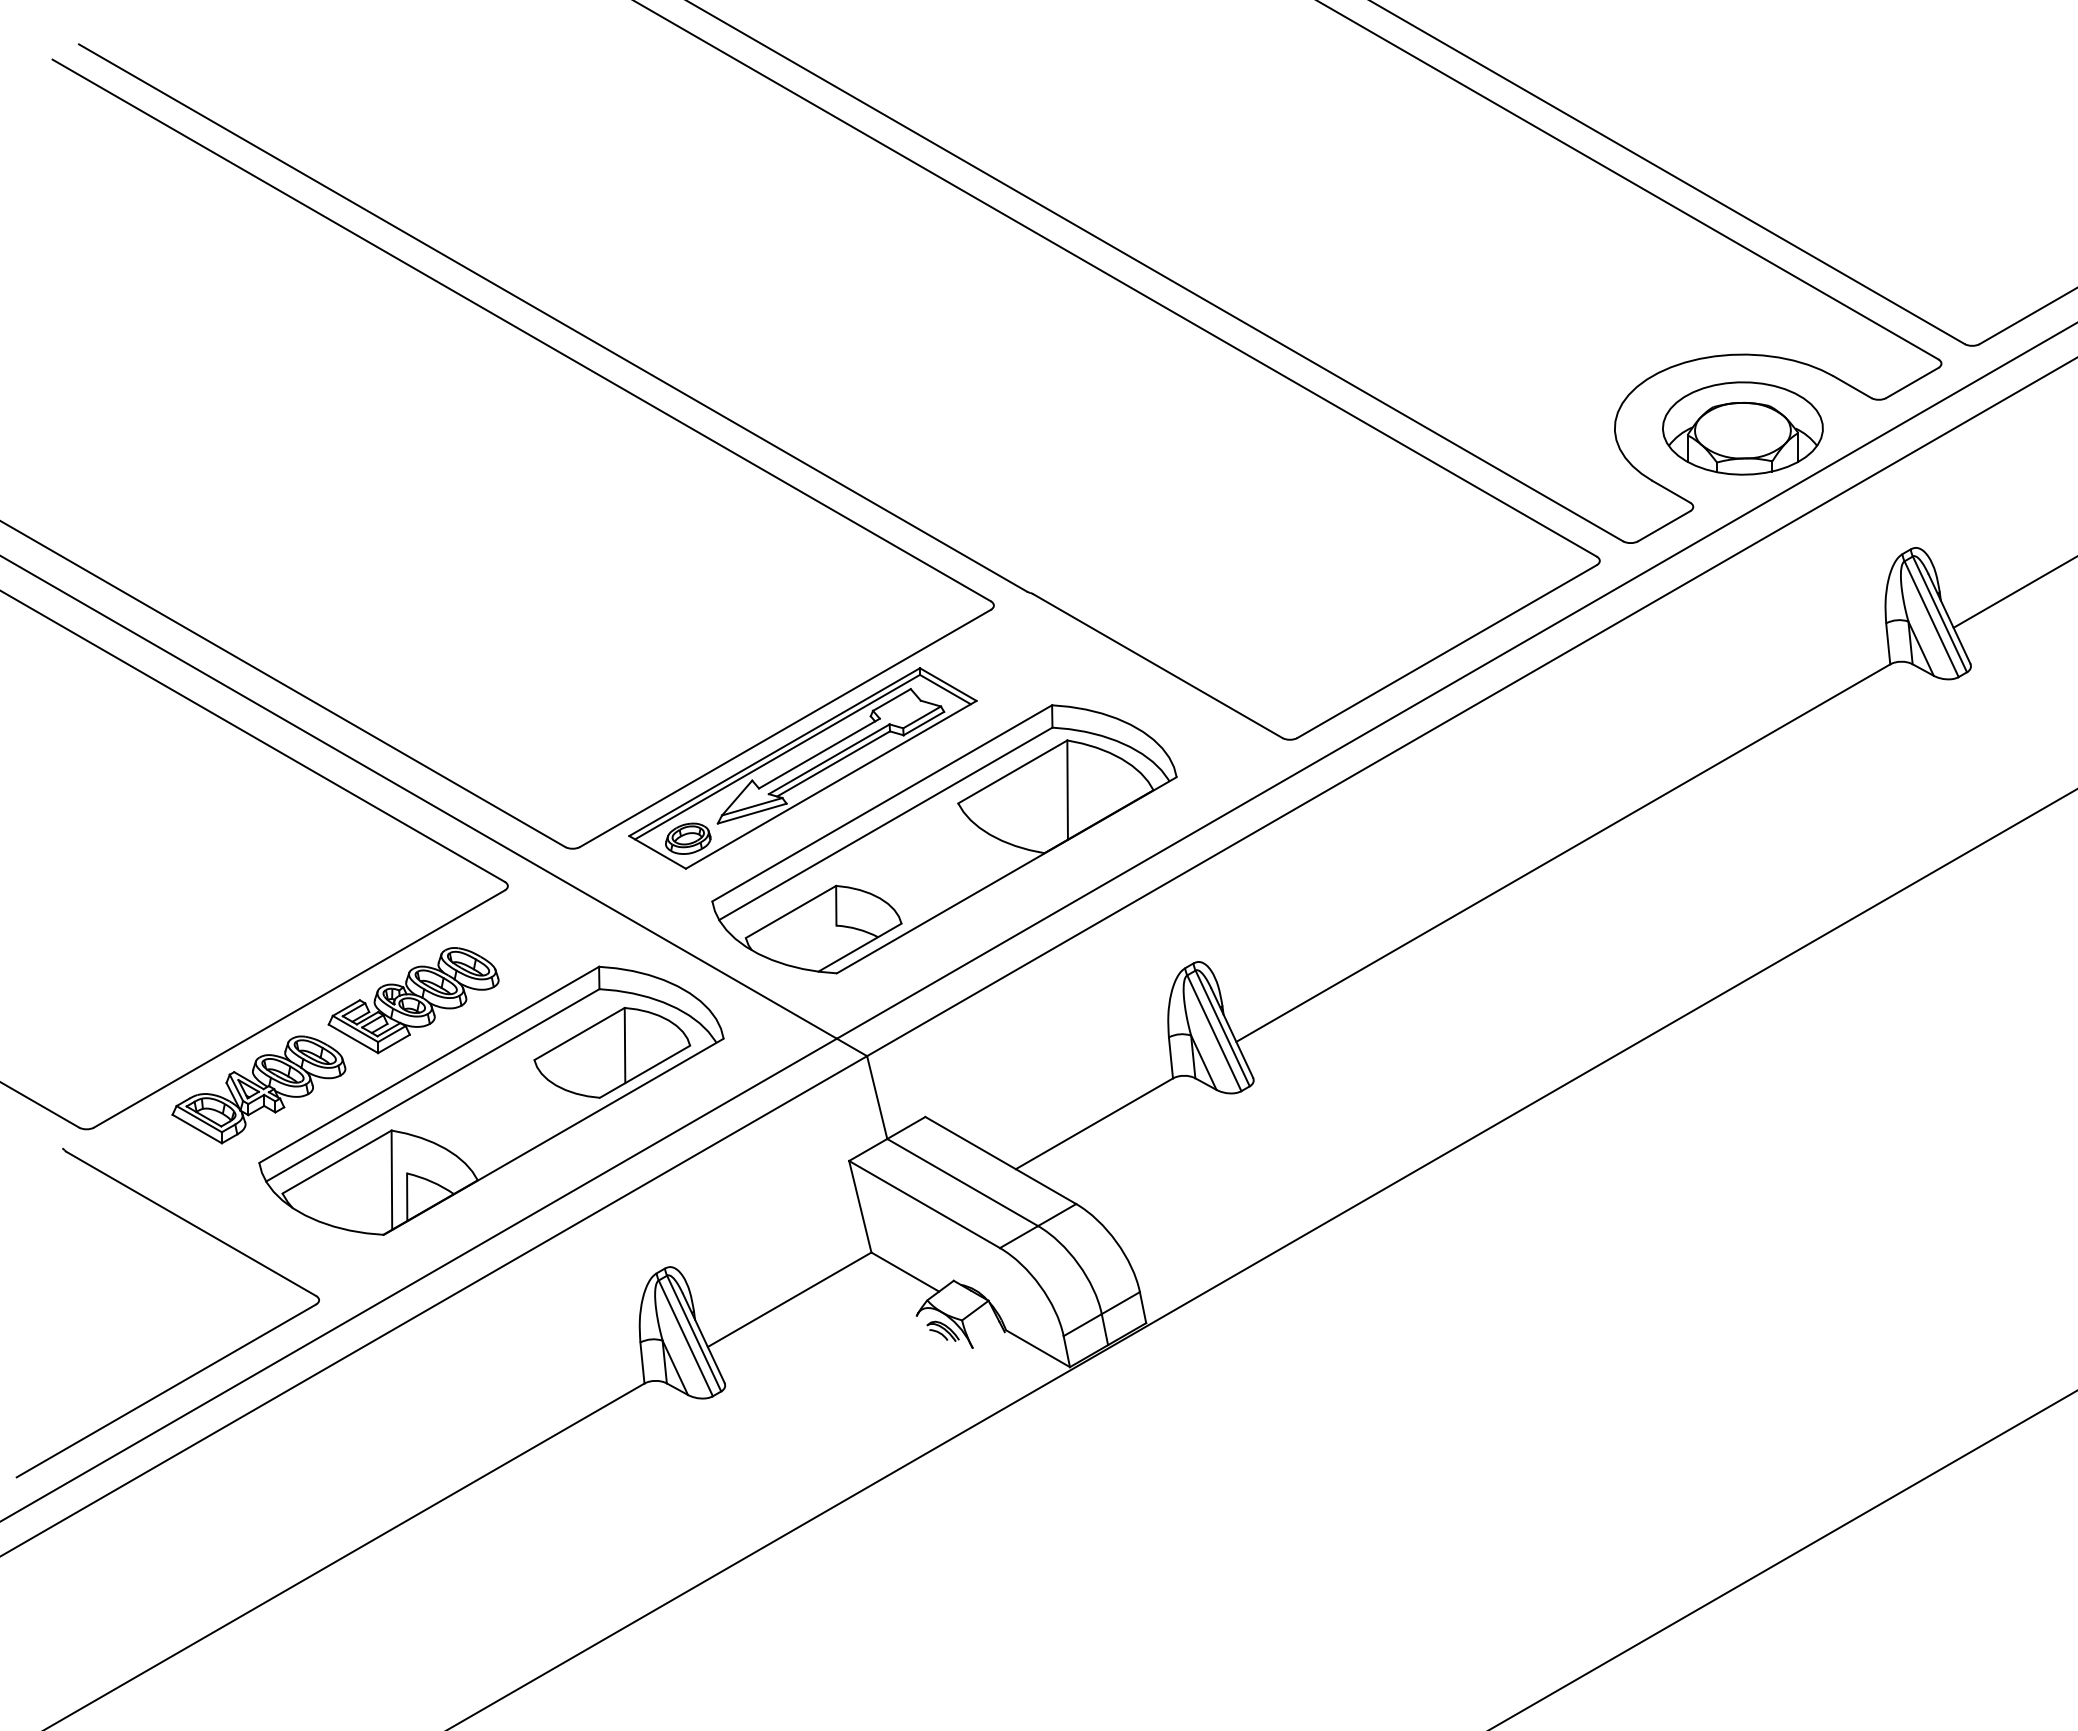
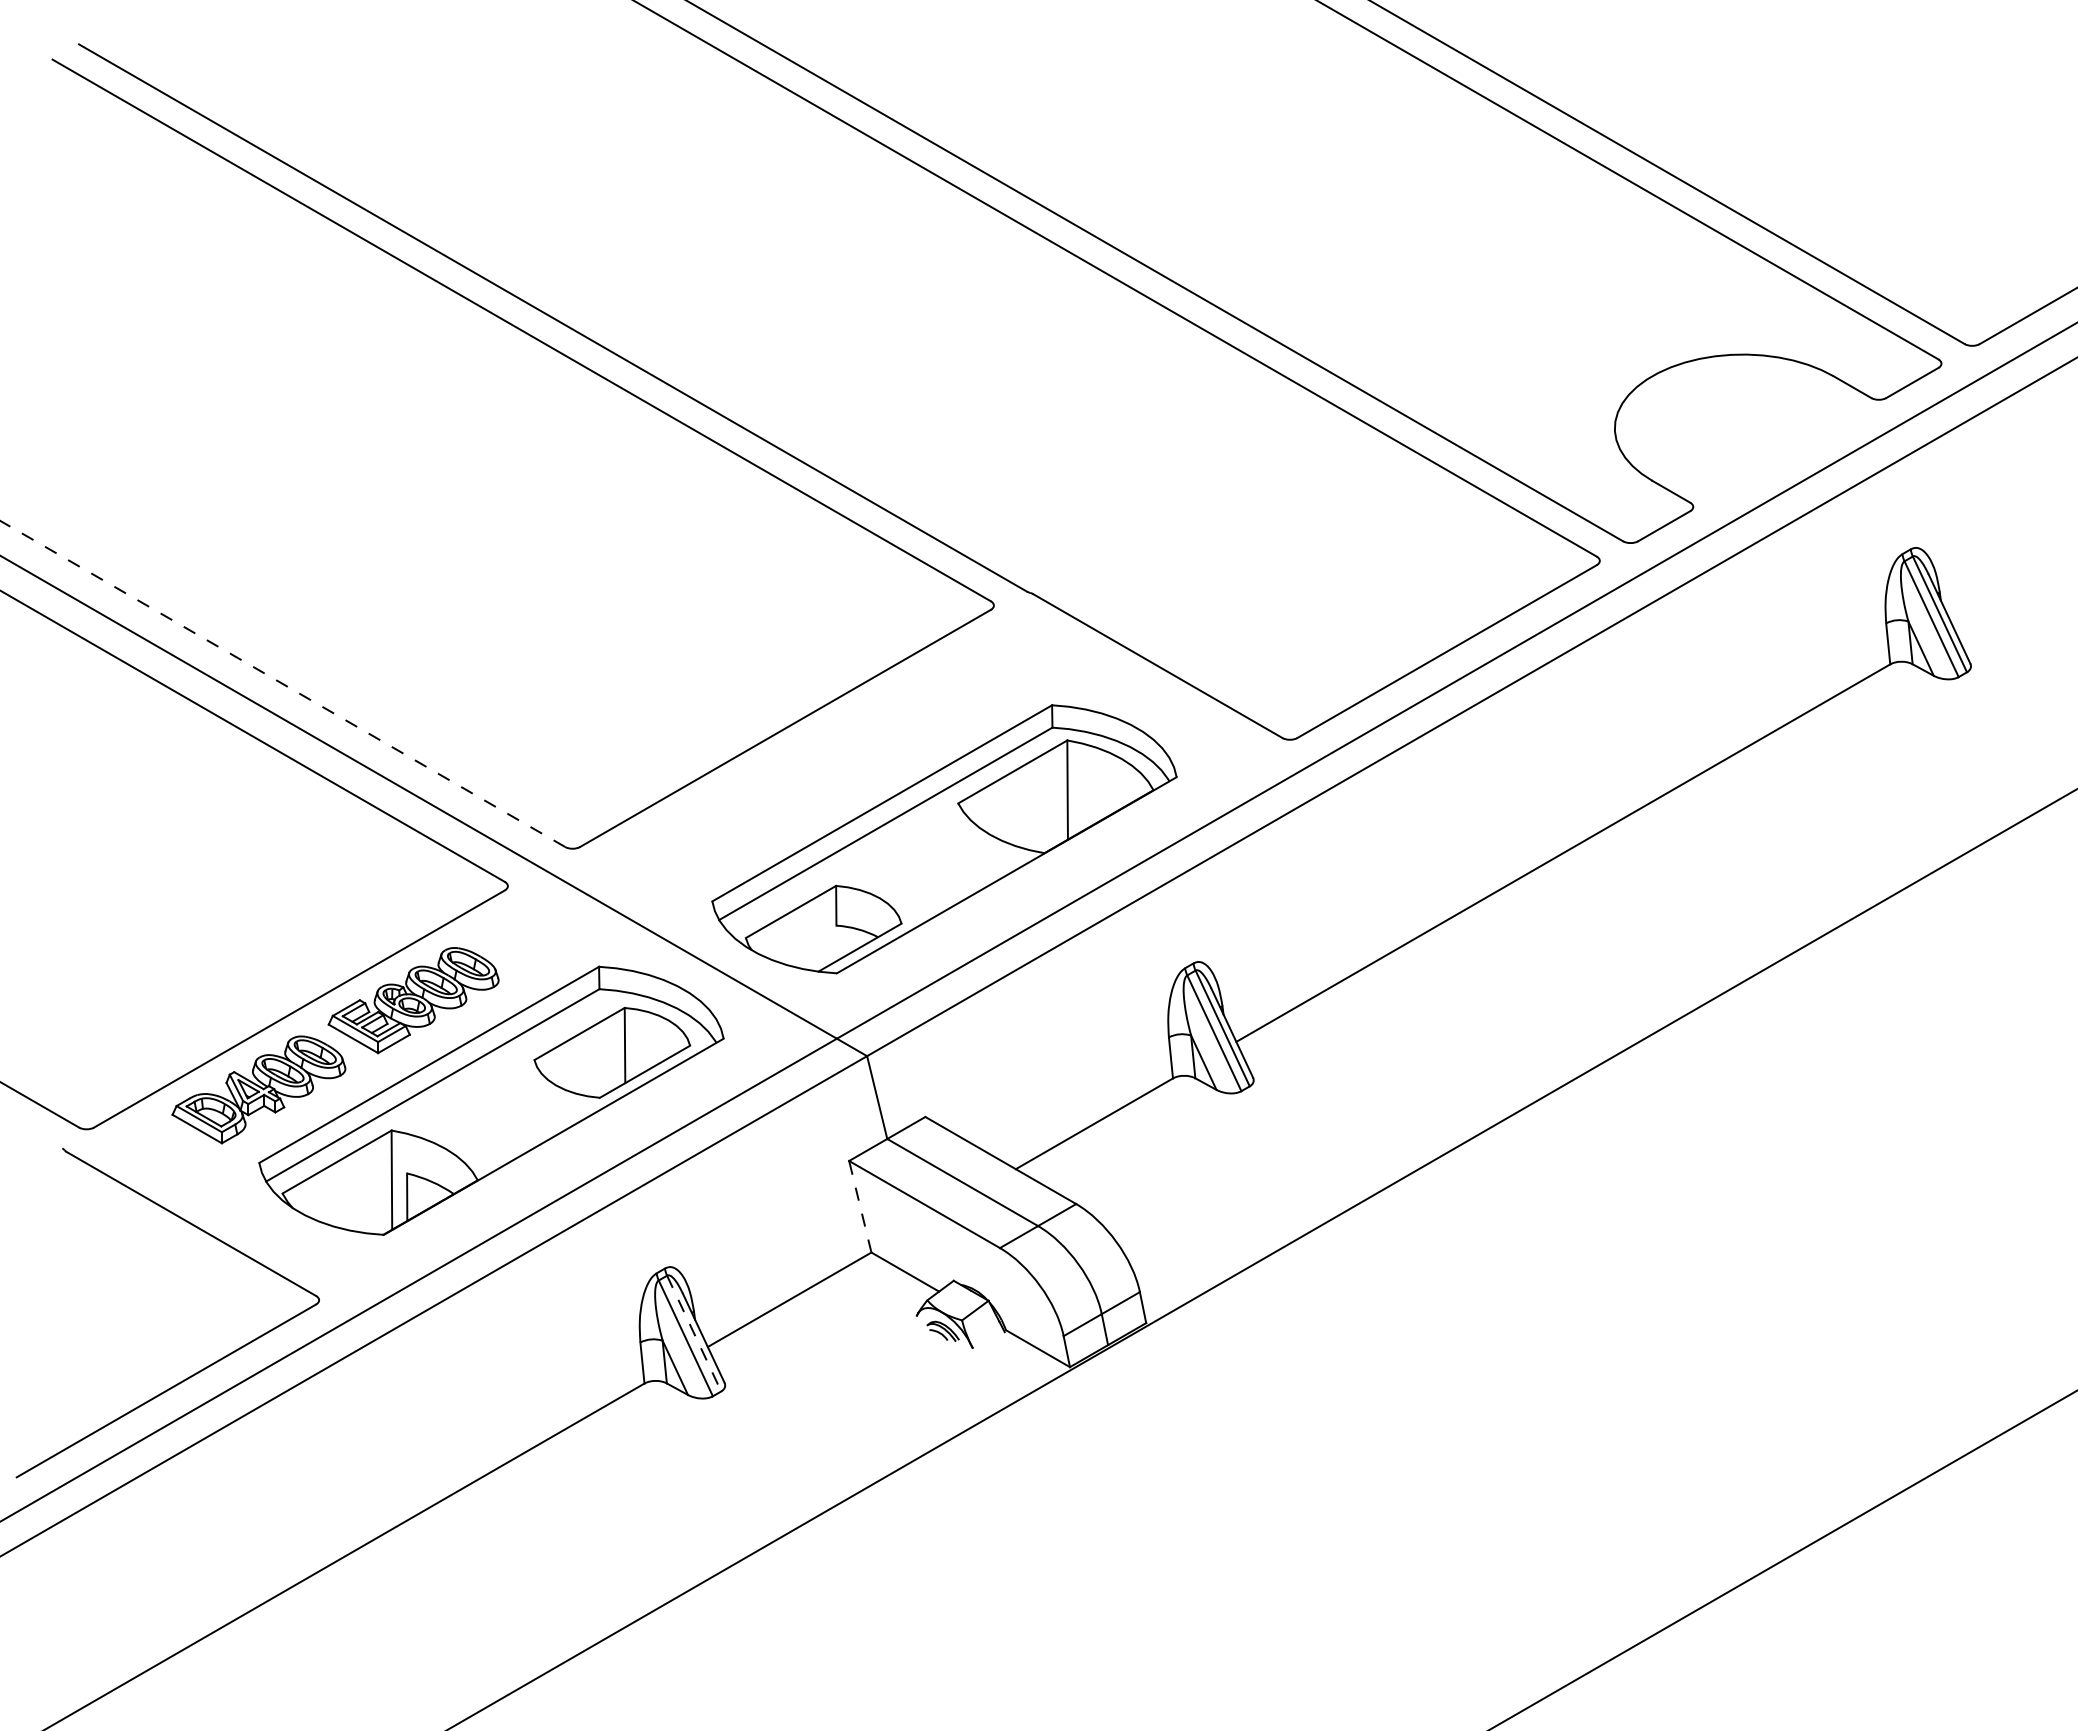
part at (1742, 428): present -> none
line at (2013, 592): present -> none
line at (283, 684): solid -> dashed
part at (802, 768): present -> none
line at (860, 1206): solid -> dashed
line at (694, 1333): solid -> dashed
